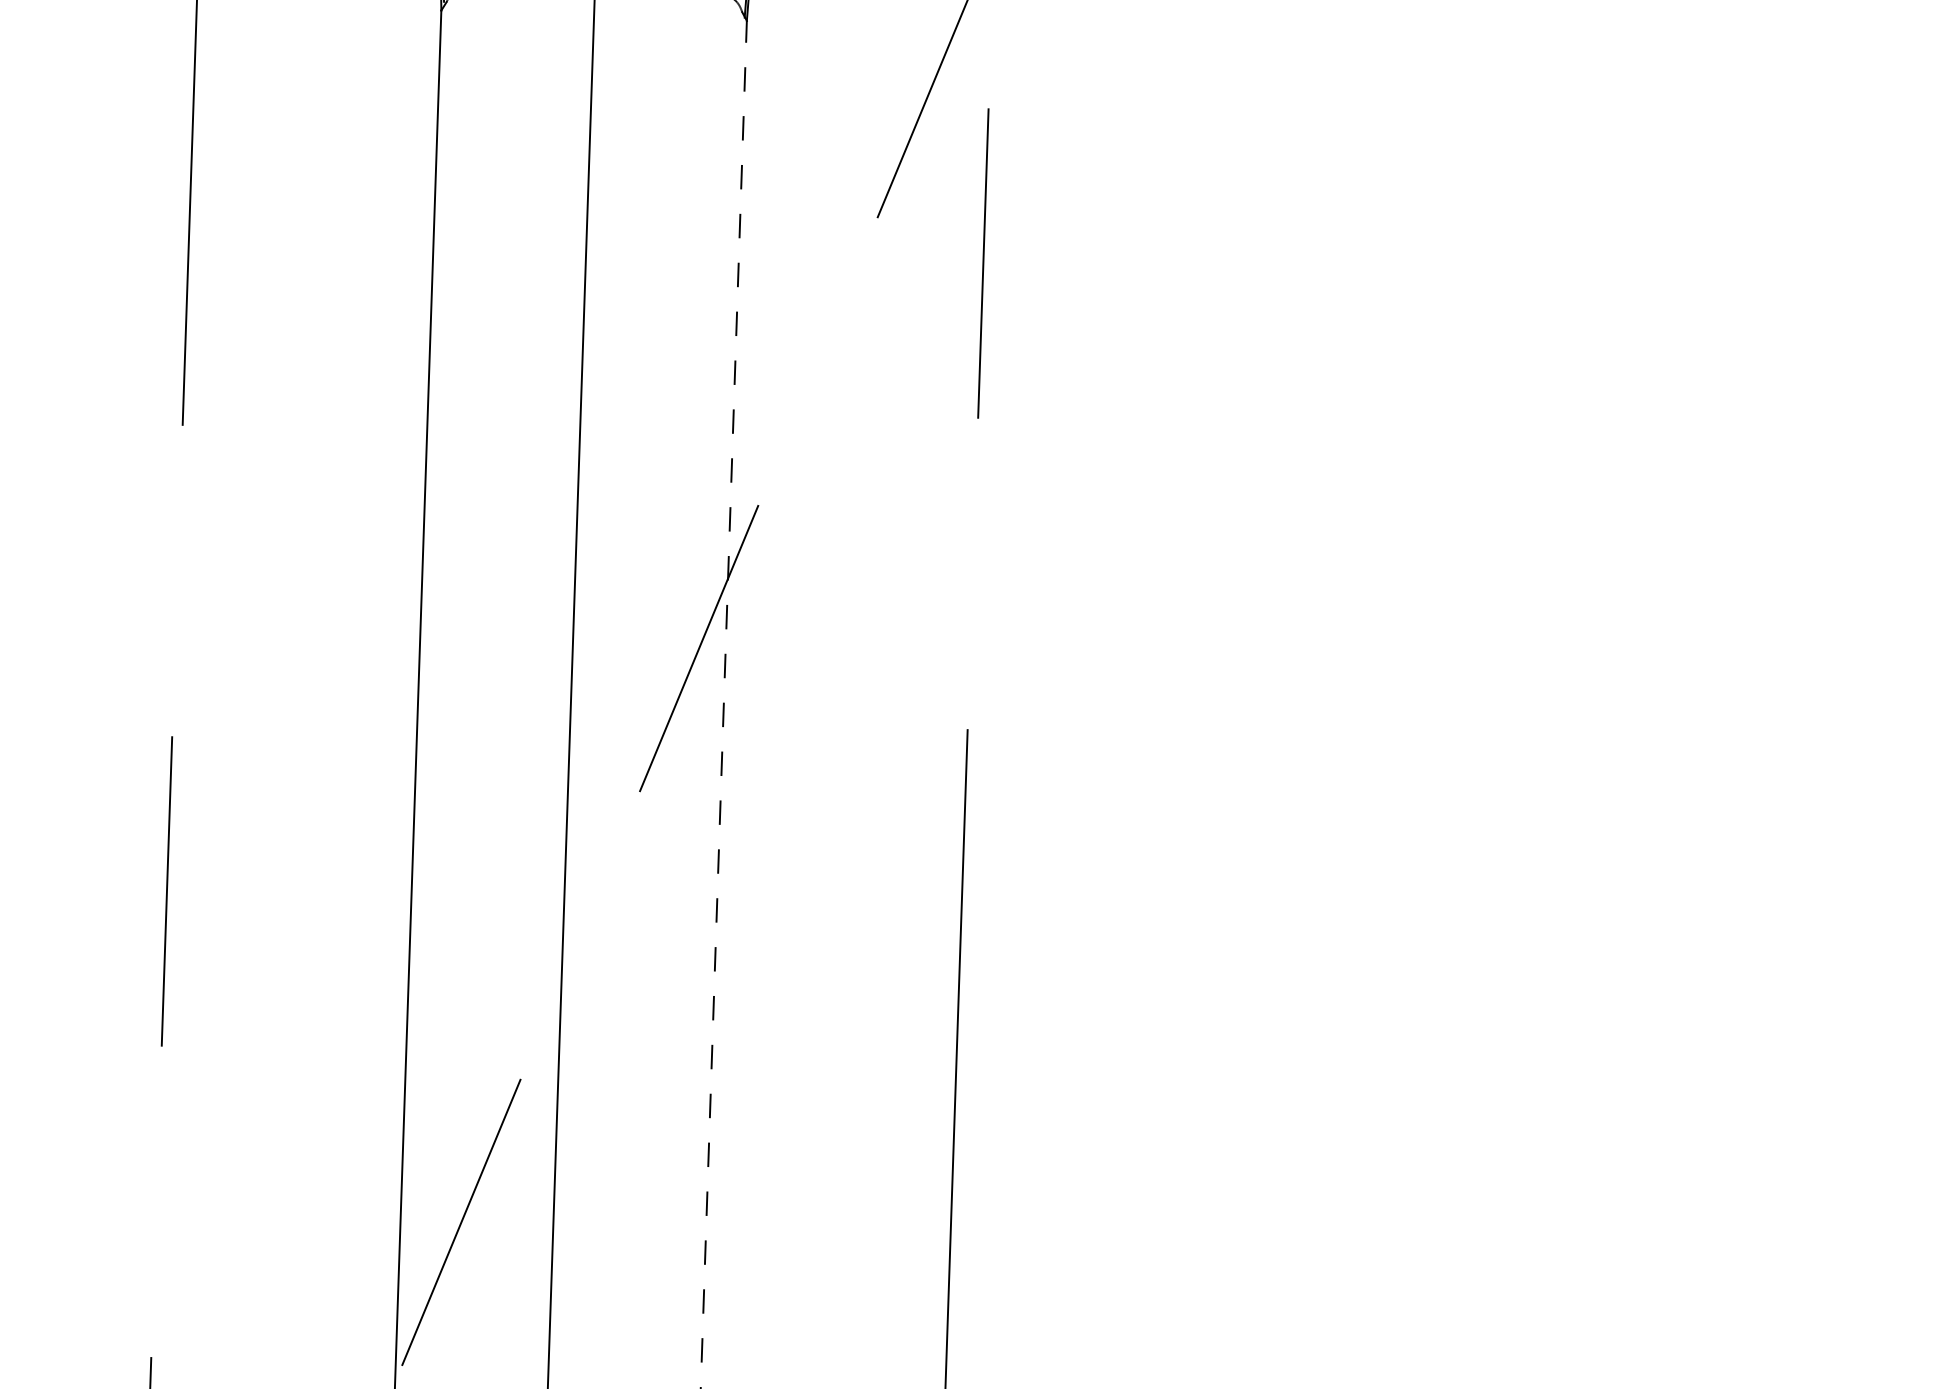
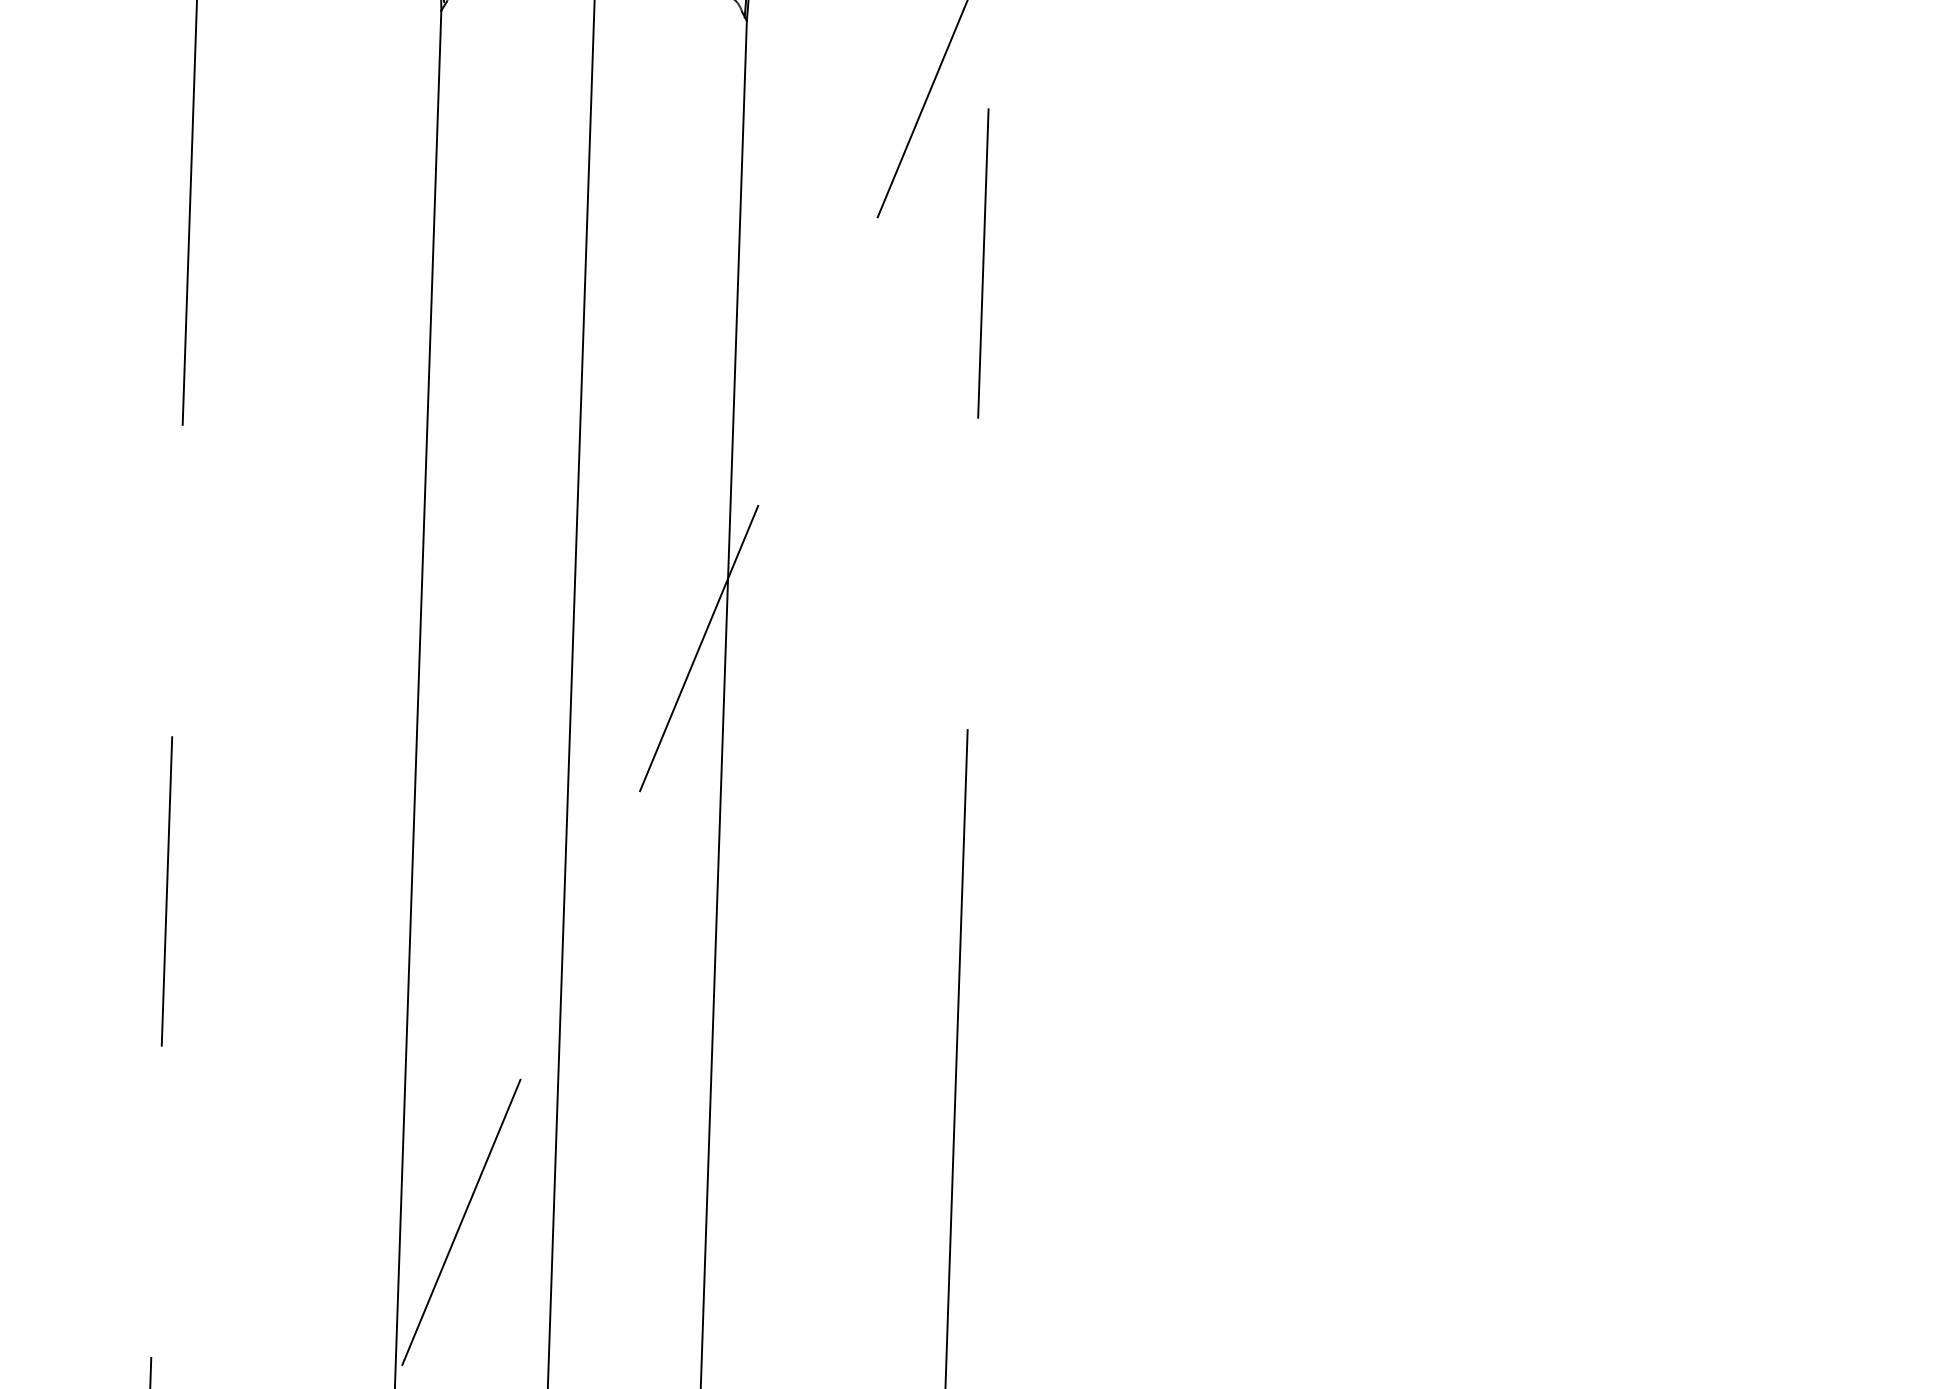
line at (723, 704): dashed -> solid
